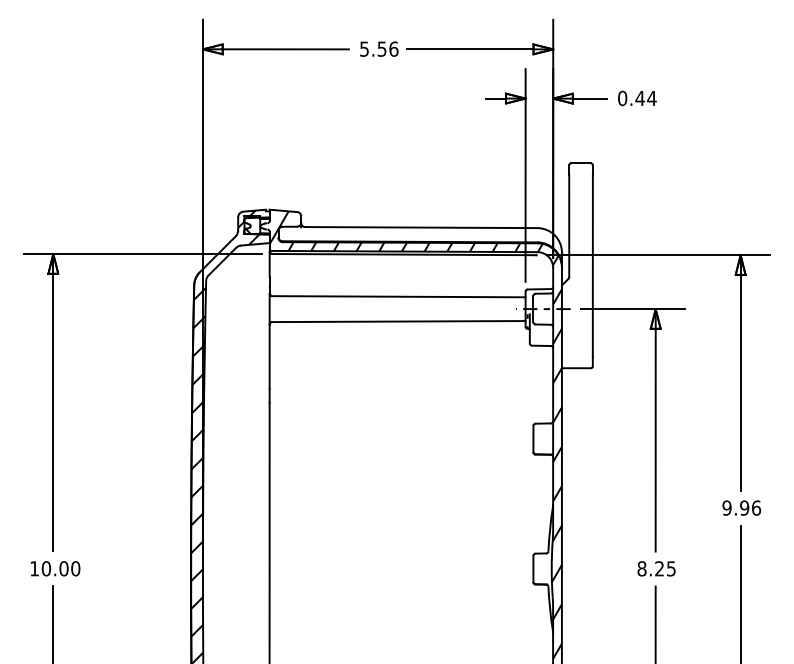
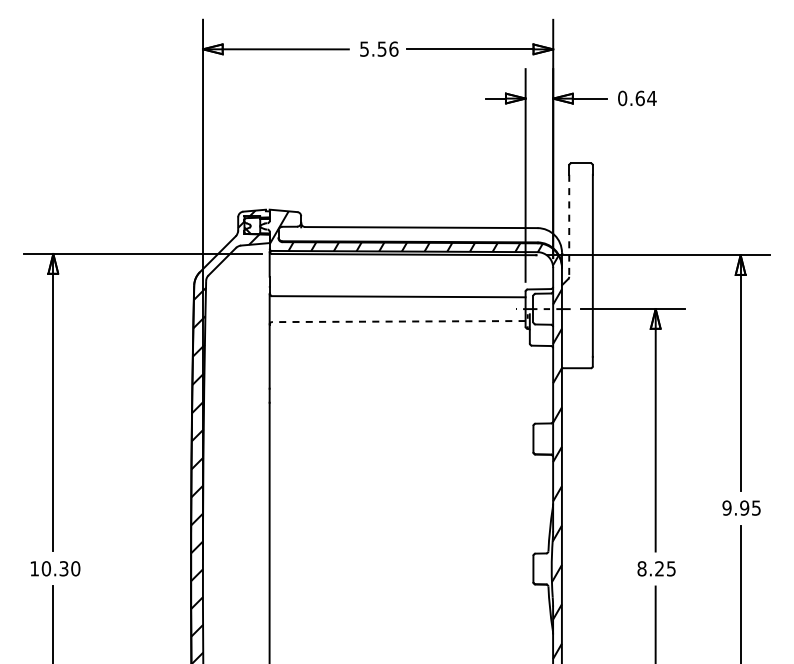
text at (640, 98): 0.44 -> 0.64
line at (569, 226): solid -> dashed
line at (398, 321): solid -> dashed
text at (756, 507): 9.96 -> 9.95
text at (63, 568): 10.00 -> 10.30
